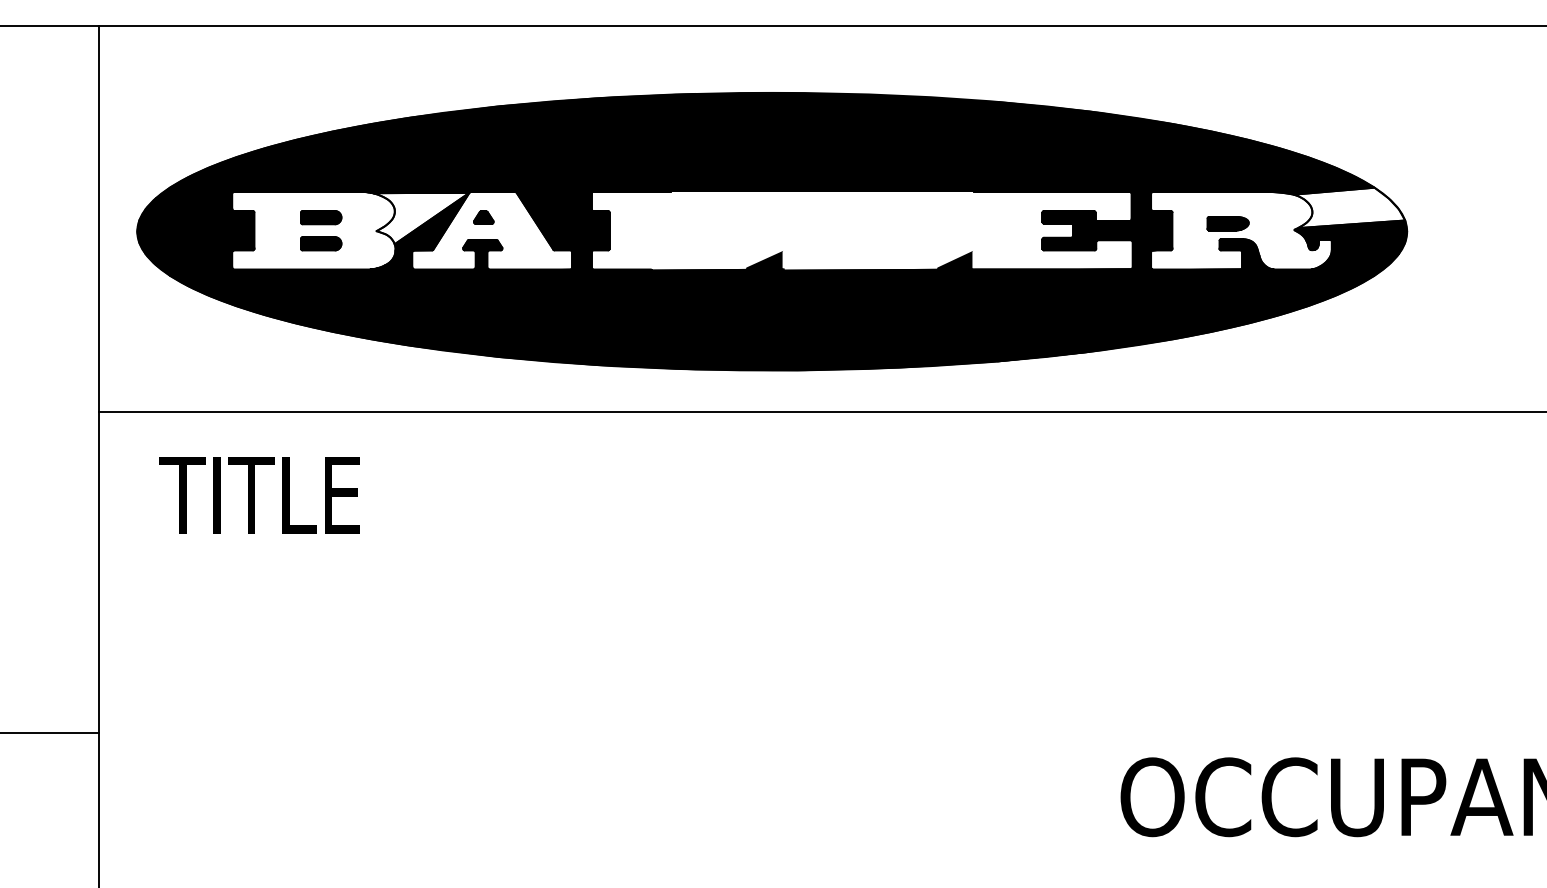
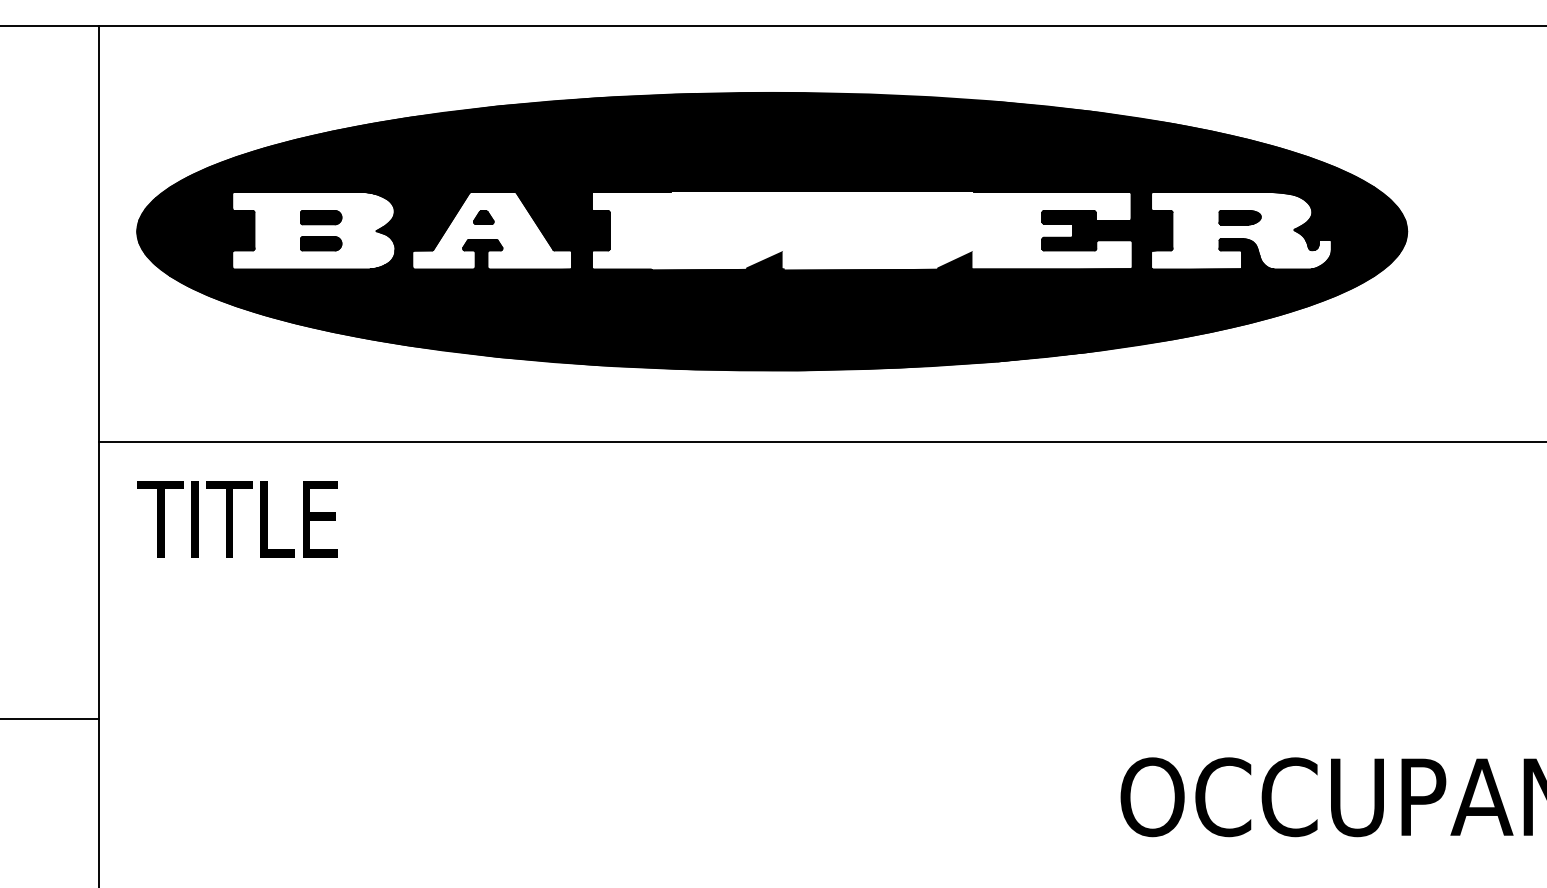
fill at (1349, 207): none -> present
fill at (421, 218): none -> present
part at (1227, 223) position: (1227, 223) -> (1239, 217)
line at (821, 412) position: (821, 412) -> (821, 442)
text at (259, 495) position: (259, 495) -> (237, 519)
line at (50, 733) position: (50, 733) -> (50, 719)
